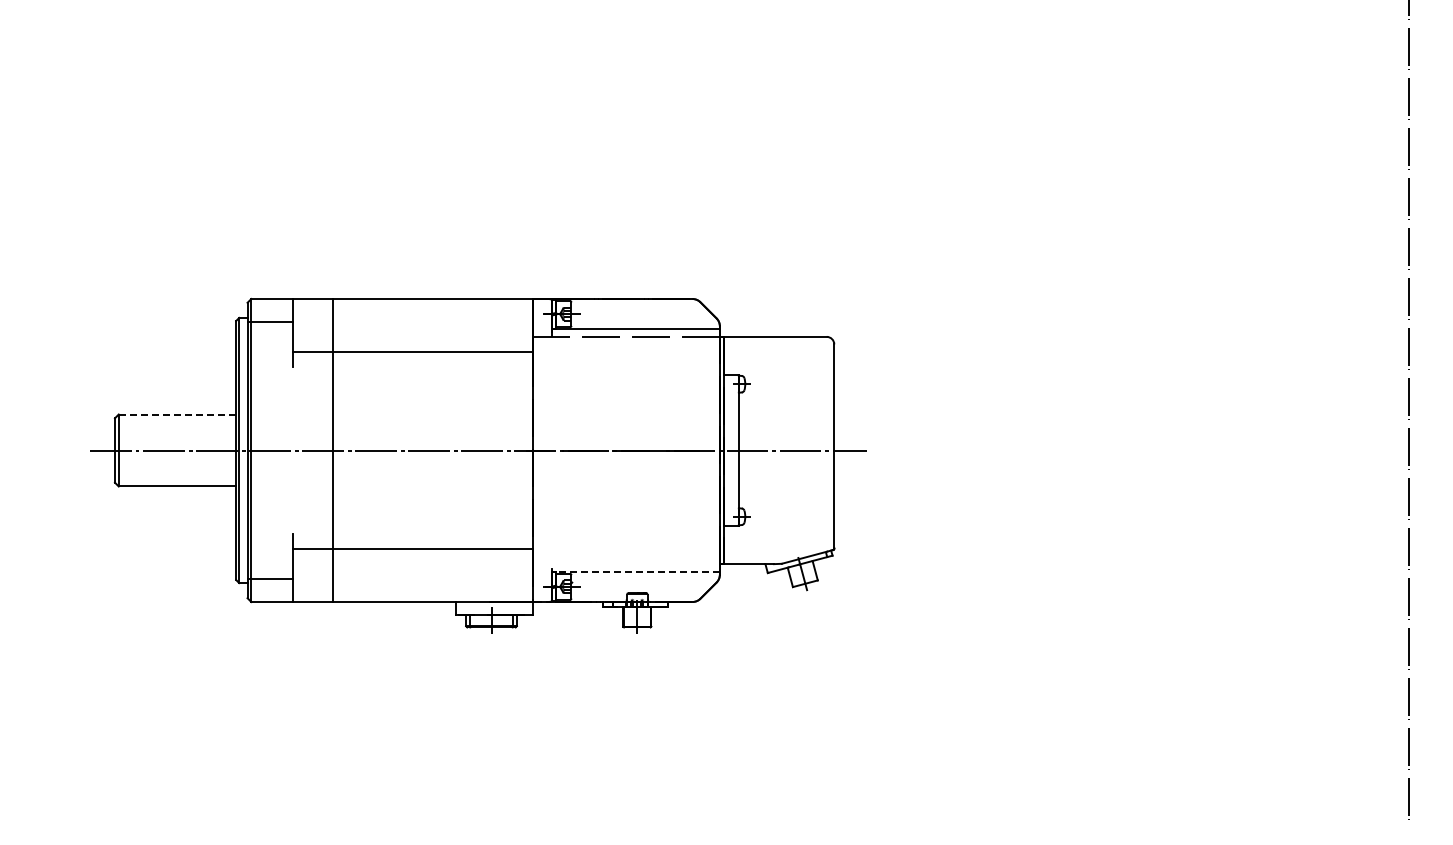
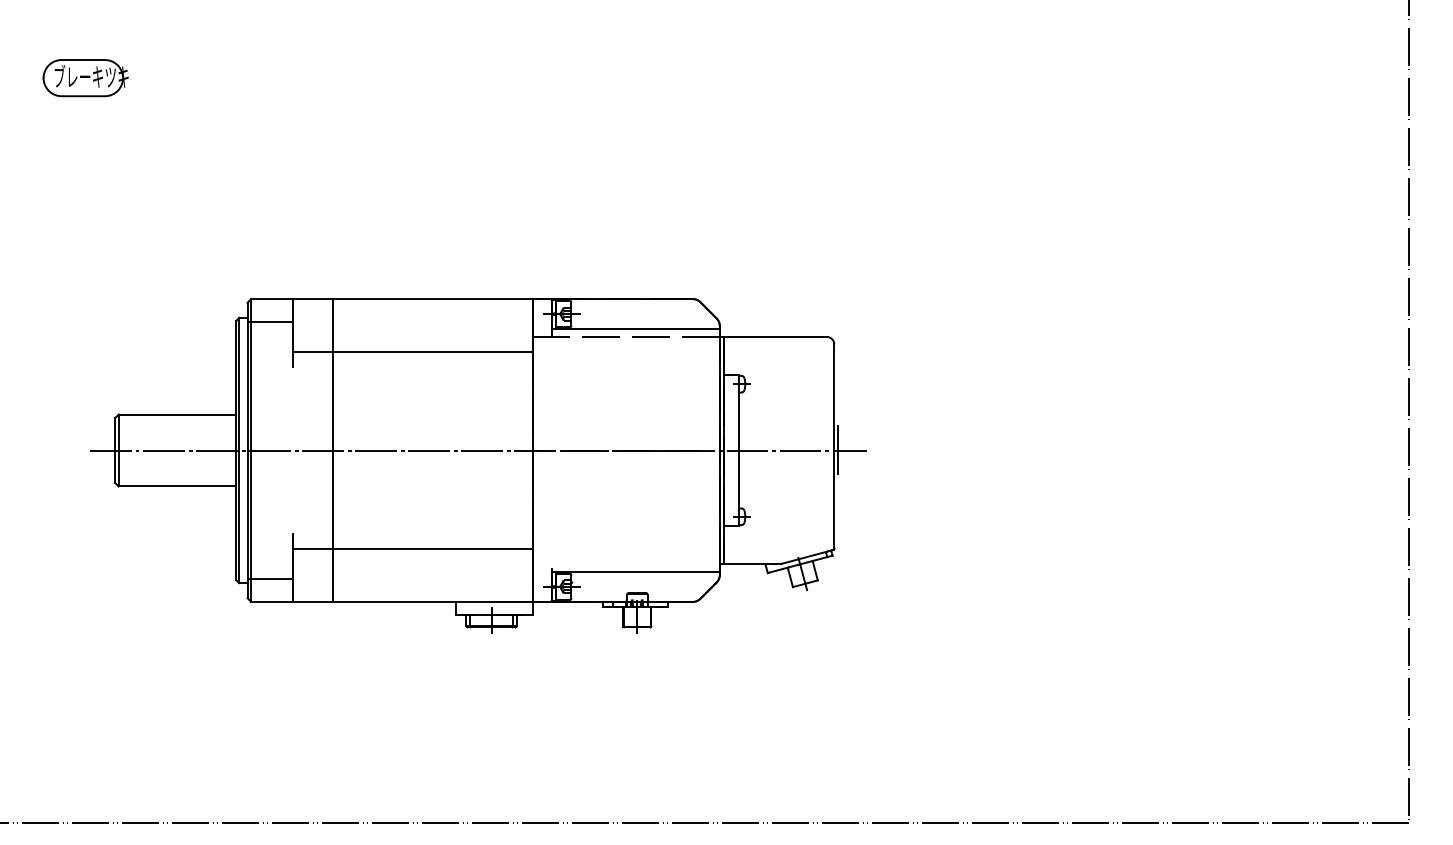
part at (85, 78): none -> present
line at (177, 414): dashed -> solid
line at (838, 449): none -> present
line at (636, 571): dashed -> solid
line at (705, 822): none -> present
